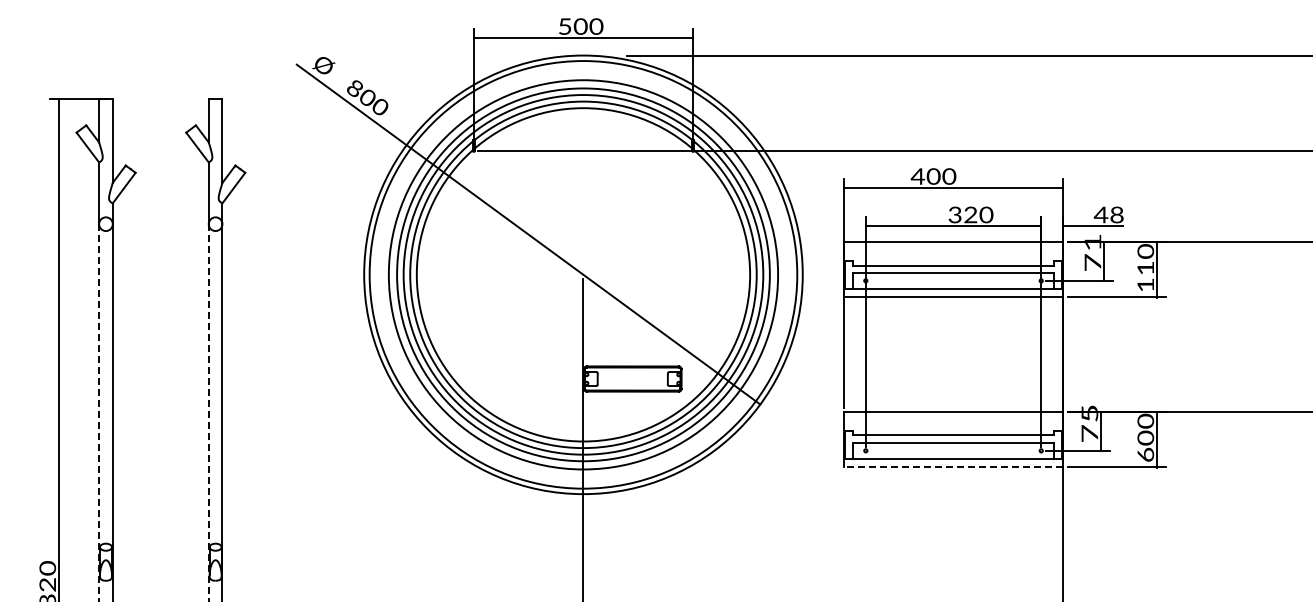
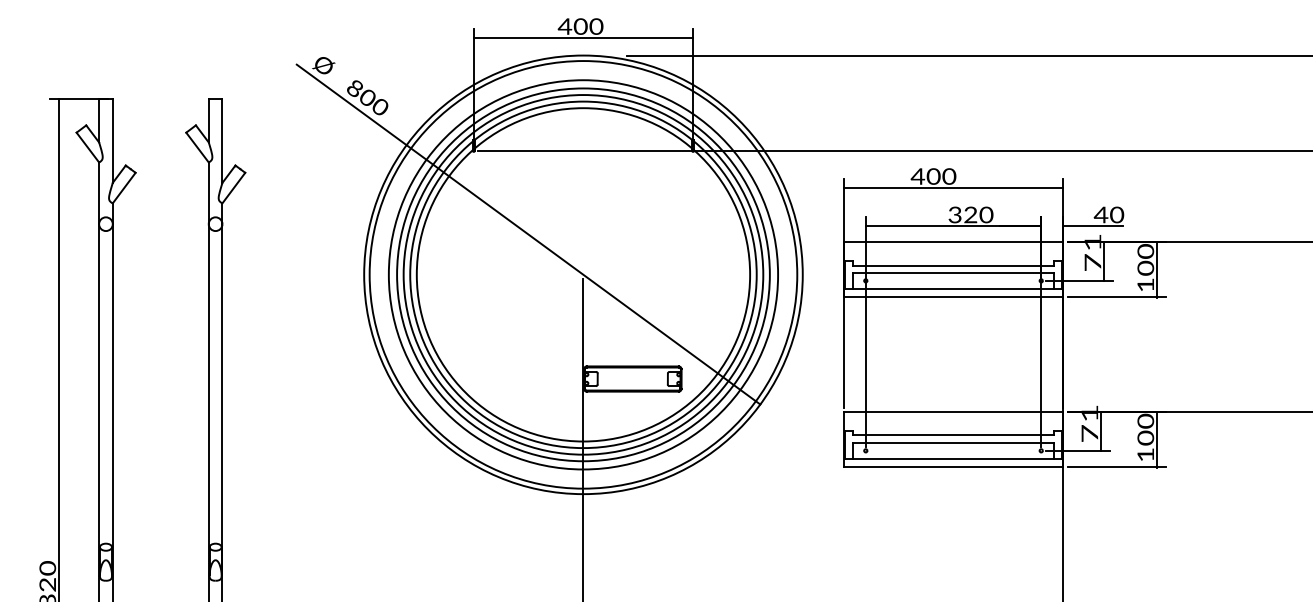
text at (564, 26): 500 -> 400
text at (1117, 215): 48 -> 40
text at (1145, 267): 110 -> 100
line at (99, 413): dashed -> solid
line at (208, 413): dashed -> solid
text at (1089, 413): 75 -> 71
text at (1145, 454): 600 -> 100
line at (953, 466): dashed -> solid
